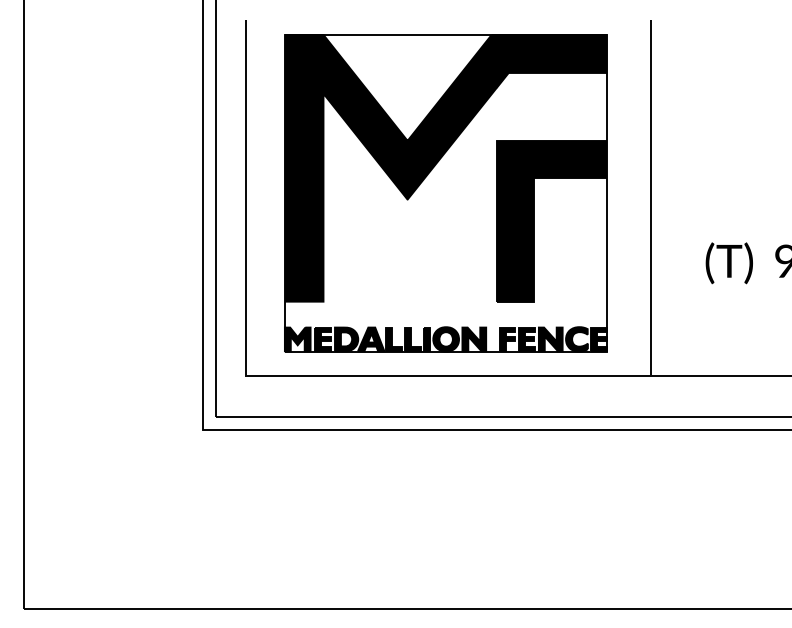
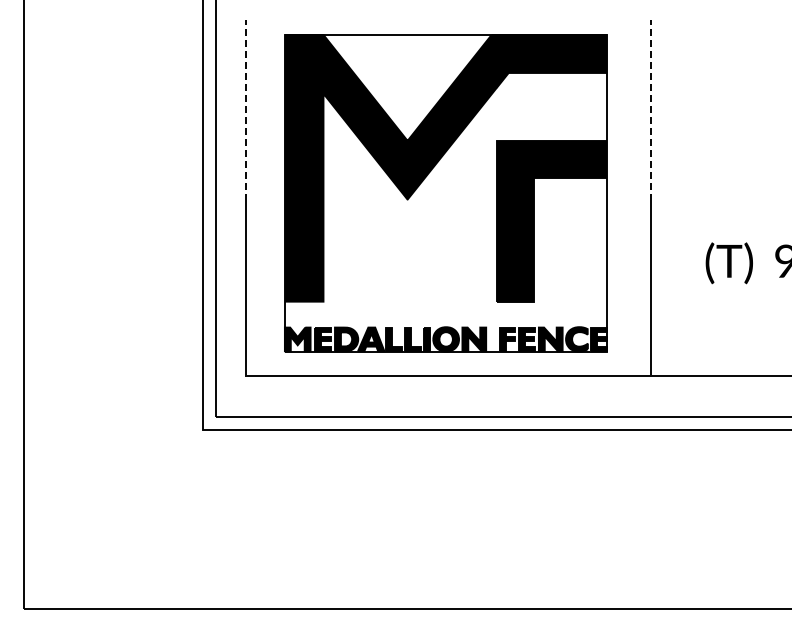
line at (246, 110): solid -> dashed
line at (650, 110): solid -> dashed
